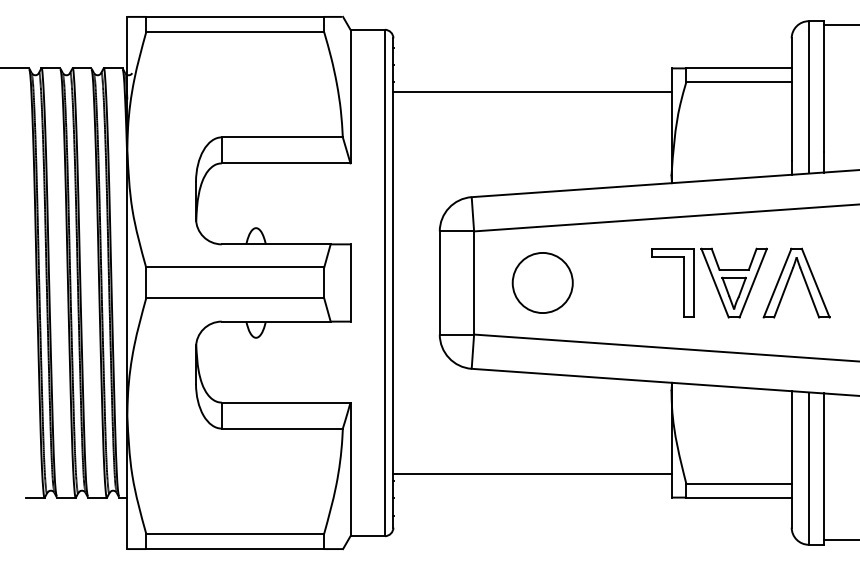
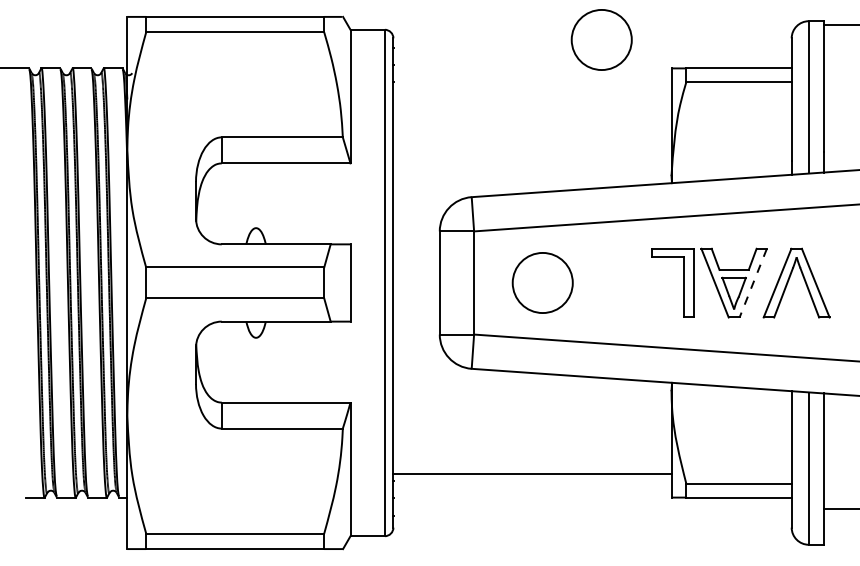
circle at (601, 39): none -> present
line at (532, 92): present -> none
line at (753, 283): solid -> dashed
line at (840, 540) position: (840, 540) -> (840, 509)
